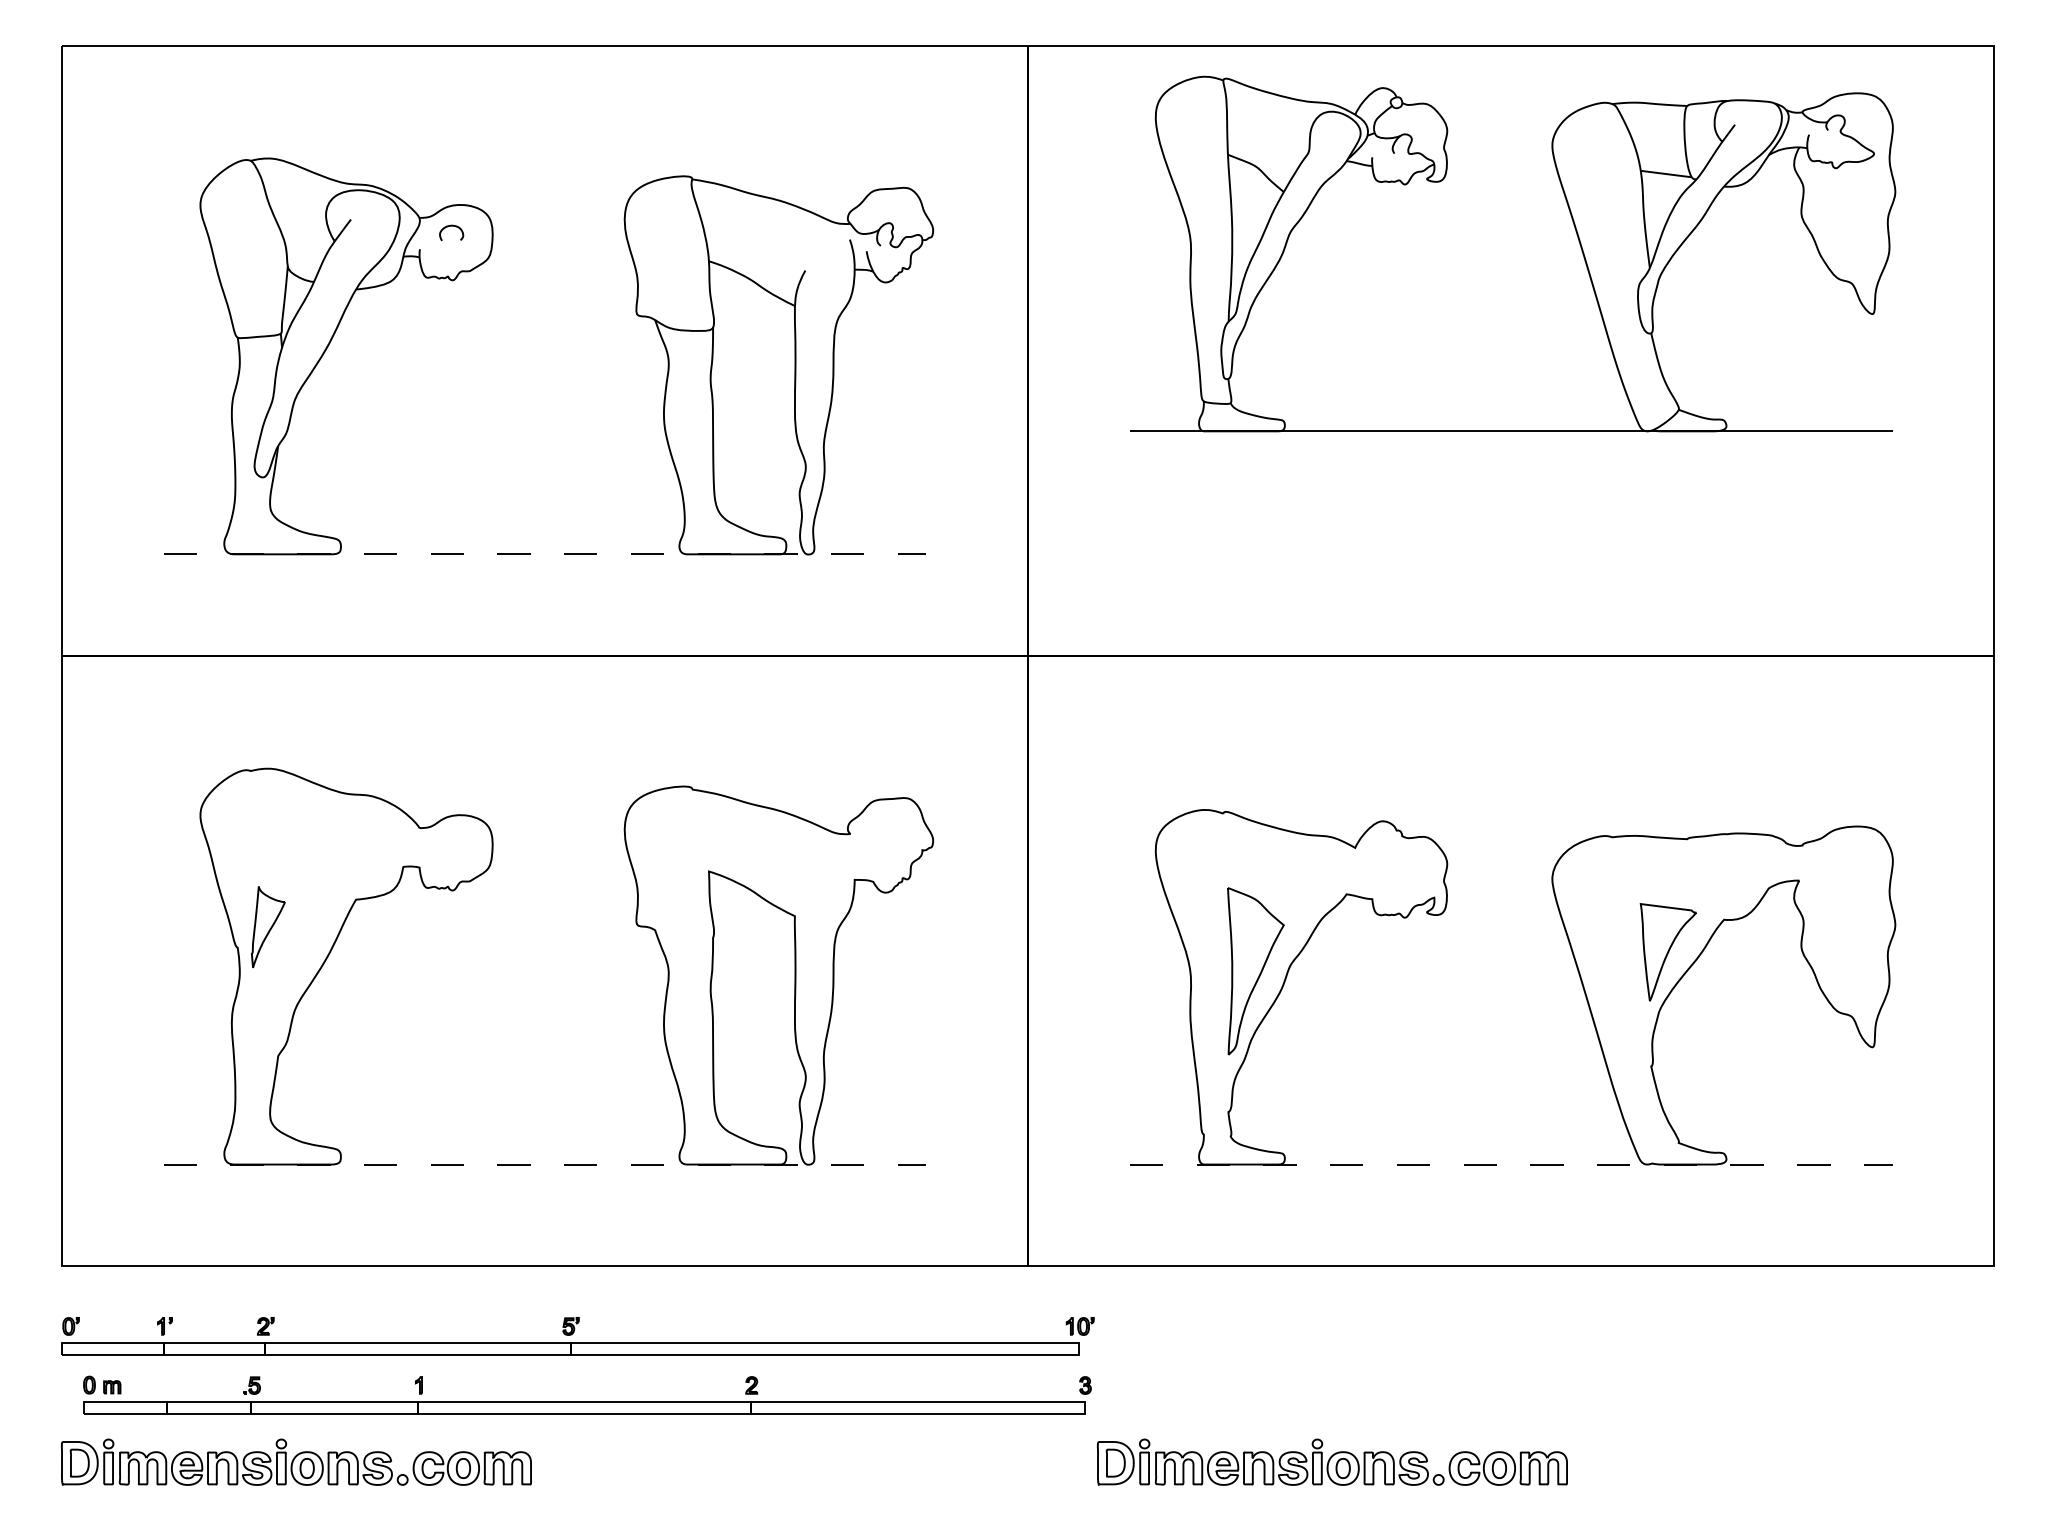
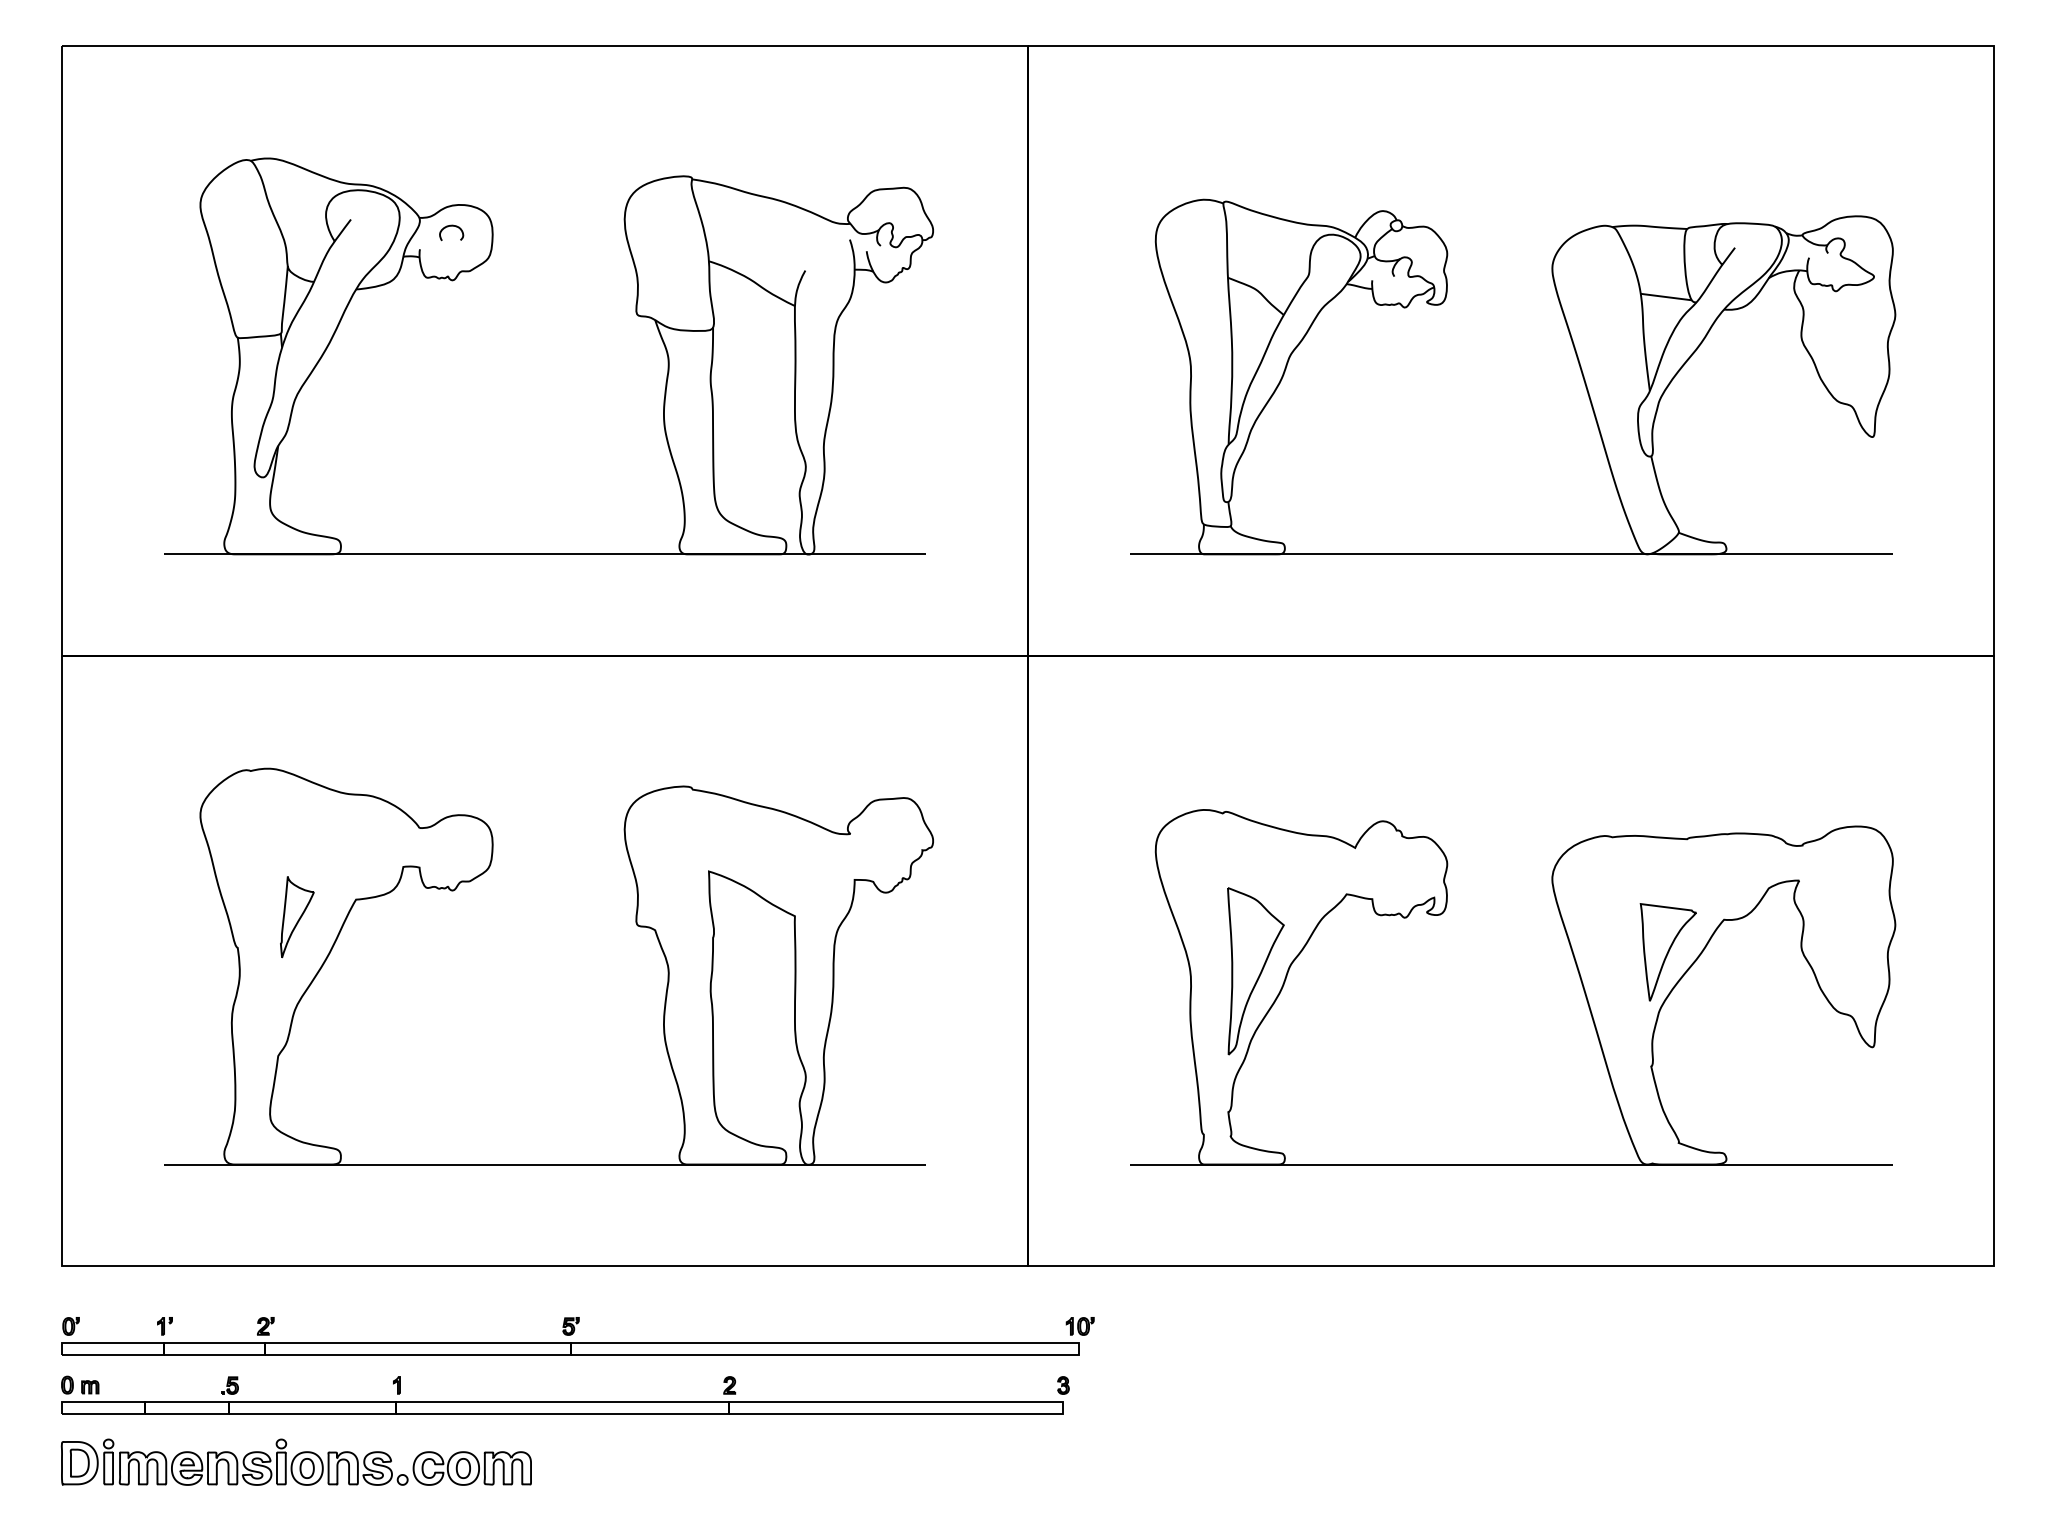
part at (1577, 238) position: (1577, 238) -> (1577, 361)
line at (545, 554): dashed -> solid
part at (268, 927) position: (268, 927) -> (297, 917)
line at (545, 1164): dashed -> solid
line at (1511, 1164): dashed -> solid
part at (587, 1401) position: (587, 1401) -> (565, 1401)
part at (1331, 1461): present -> none
